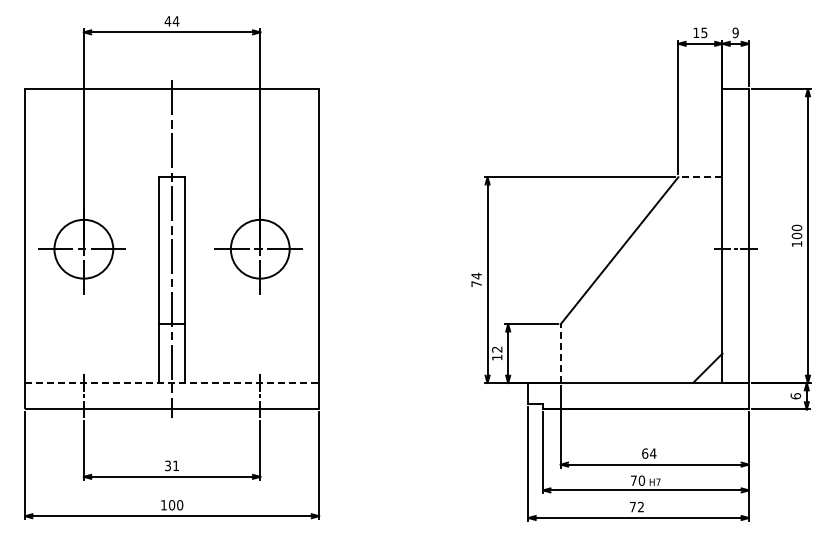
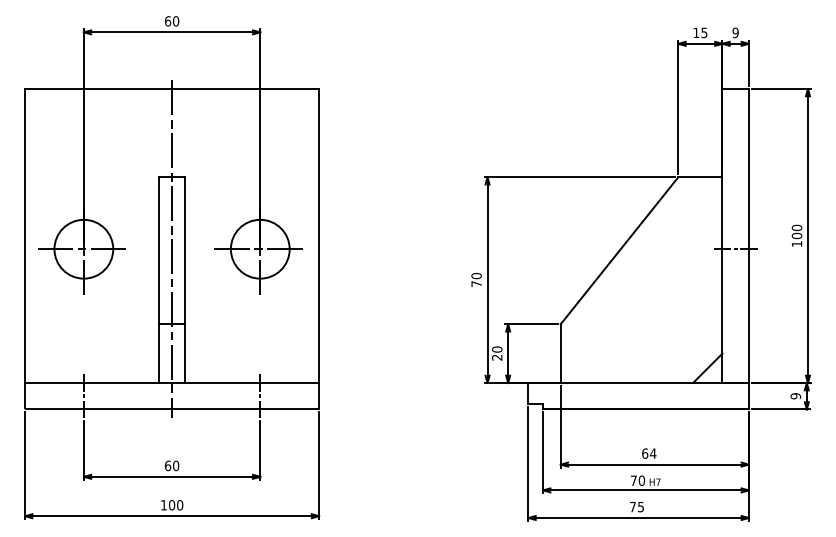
text at (171, 21): 44 -> 60
line at (699, 177): dashed -> solid
text at (476, 275): 74 -> 70
text at (497, 353): 12 -> 20
line at (560, 353): dashed -> solid
line at (172, 383): dashed -> solid
text at (795, 396): 6 -> 9
text at (172, 465): 31 -> 60
text at (640, 506): 72 -> 75
